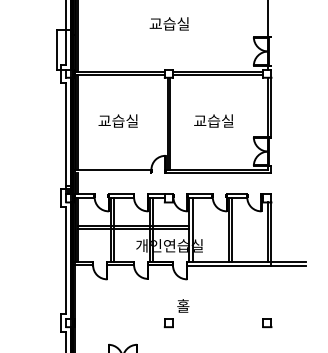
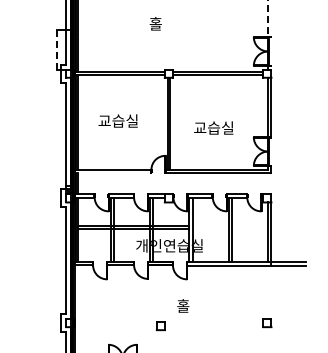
line at (268, 19): solid -> dashed
text at (168, 23): 교습실 -> 홀
line at (56, 49): solid -> dashed
text at (213, 120) position: (213, 120) -> (213, 127)
part at (168, 323) position: (168, 323) -> (160, 326)
